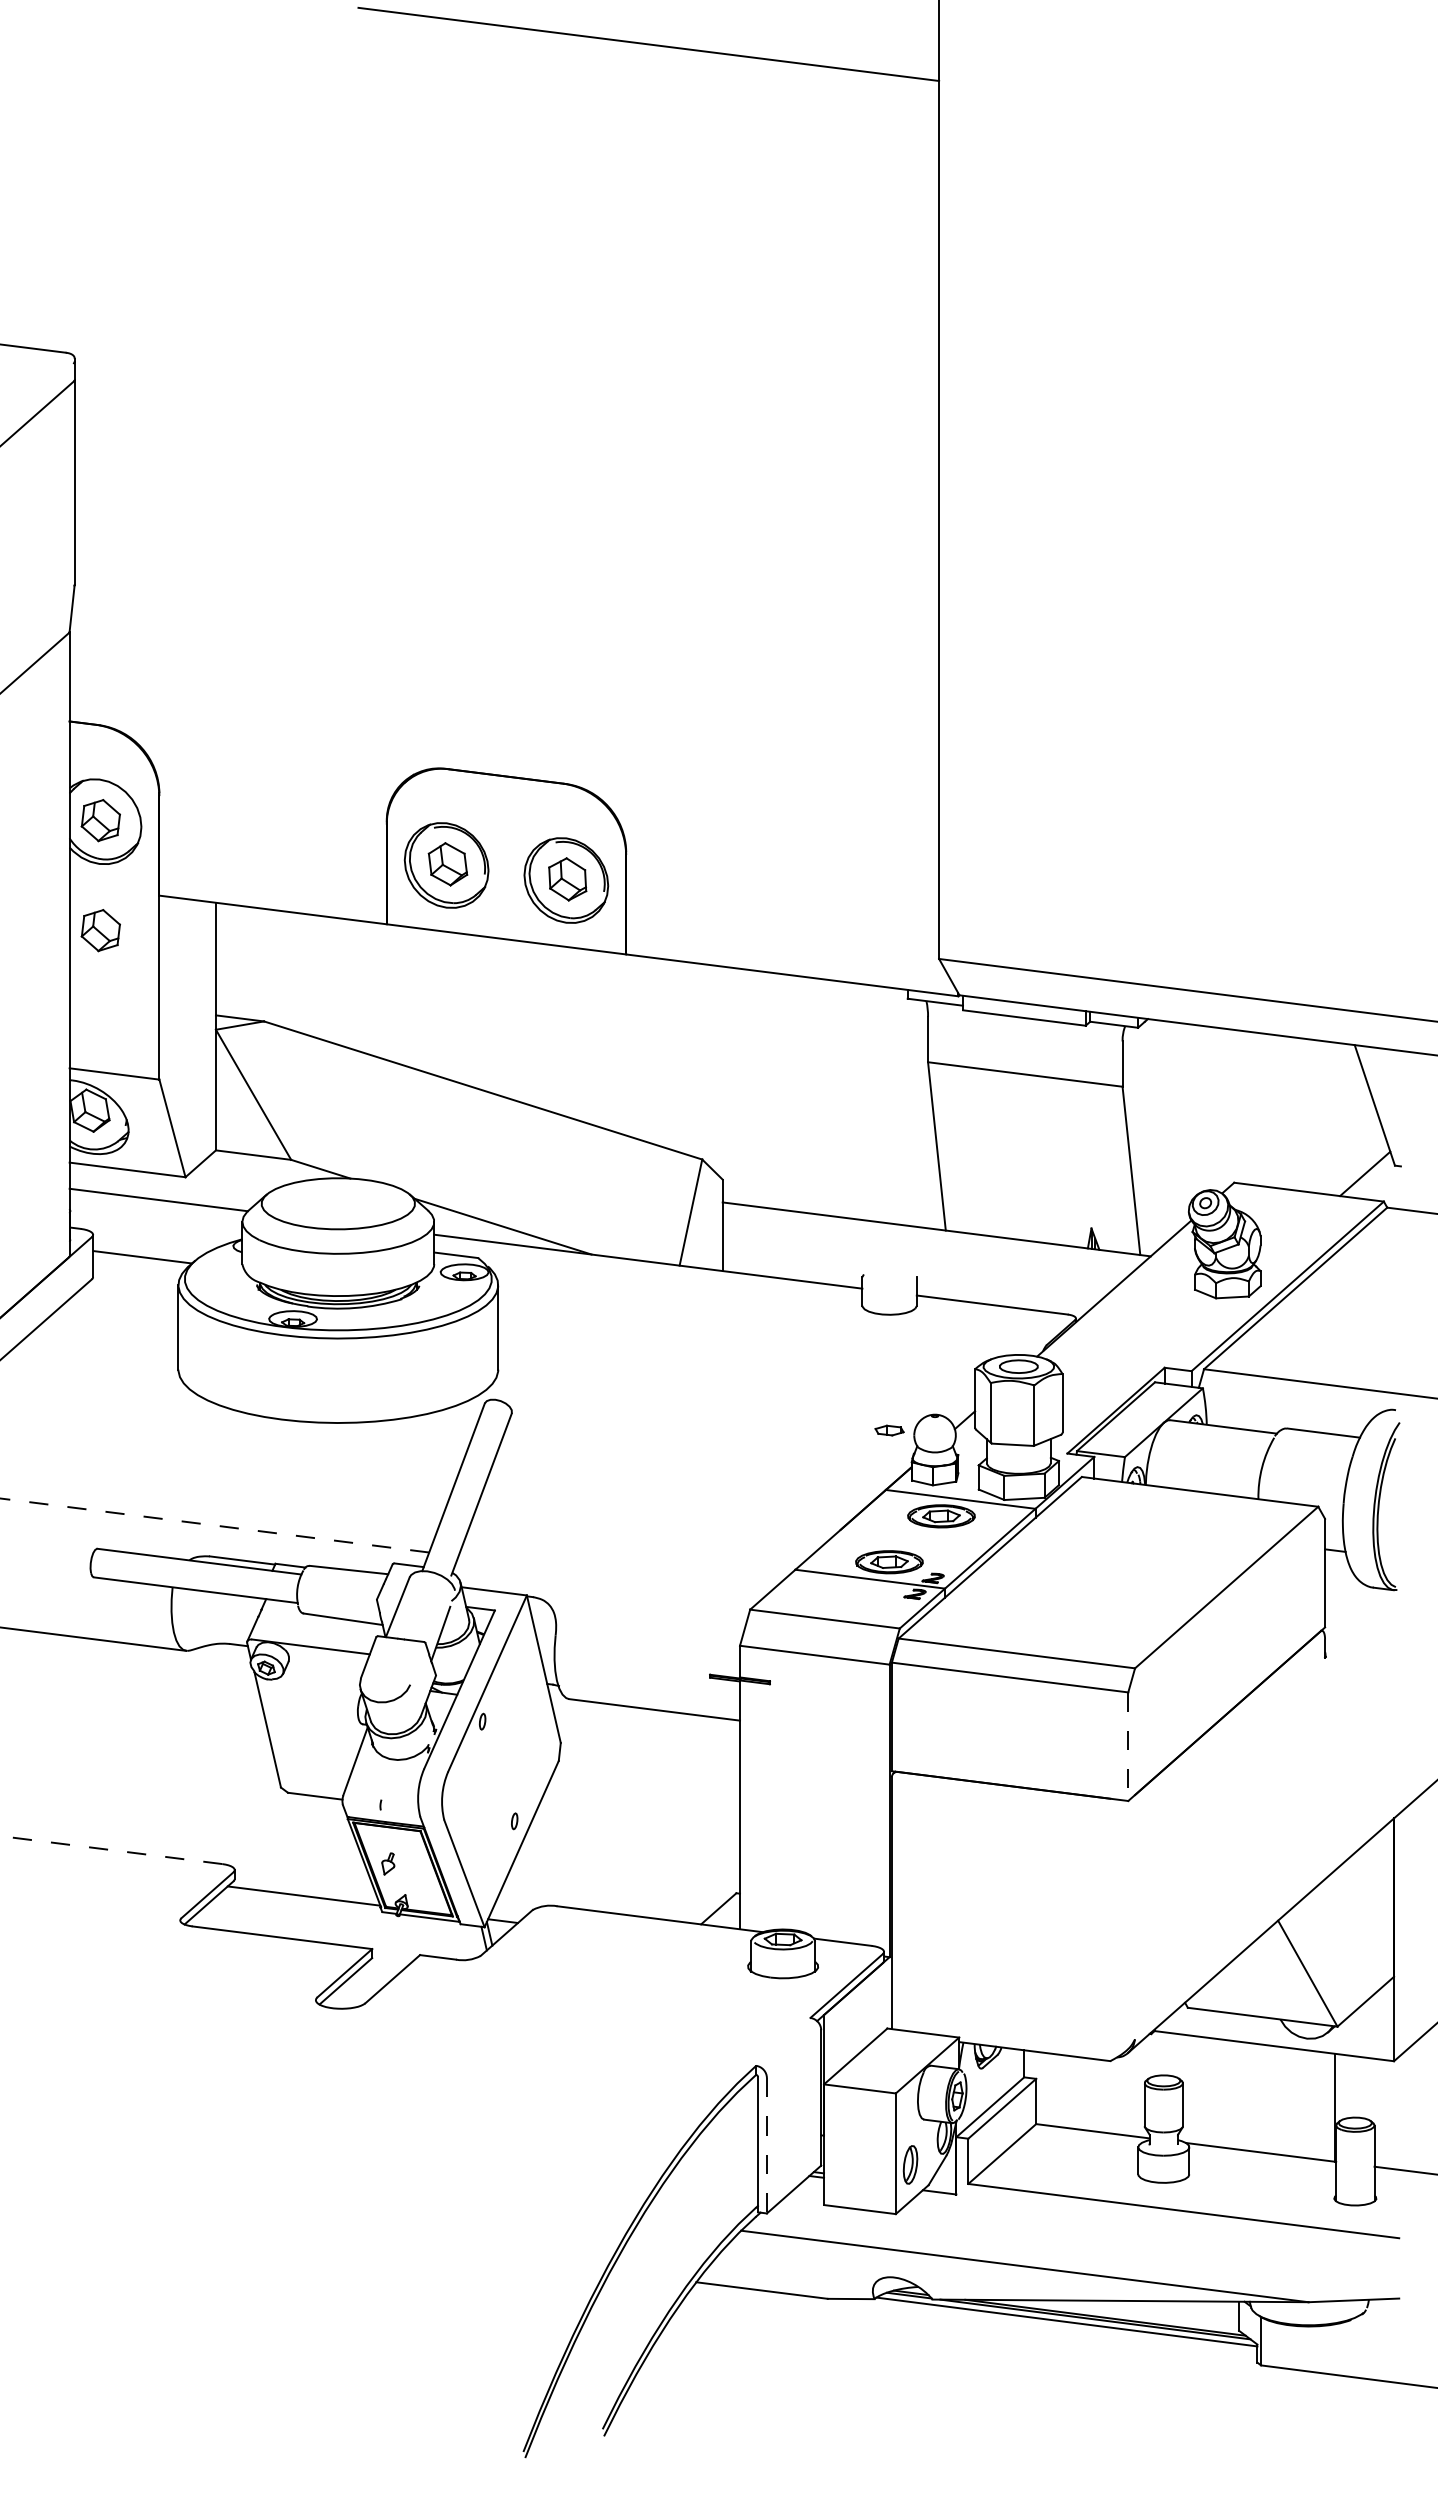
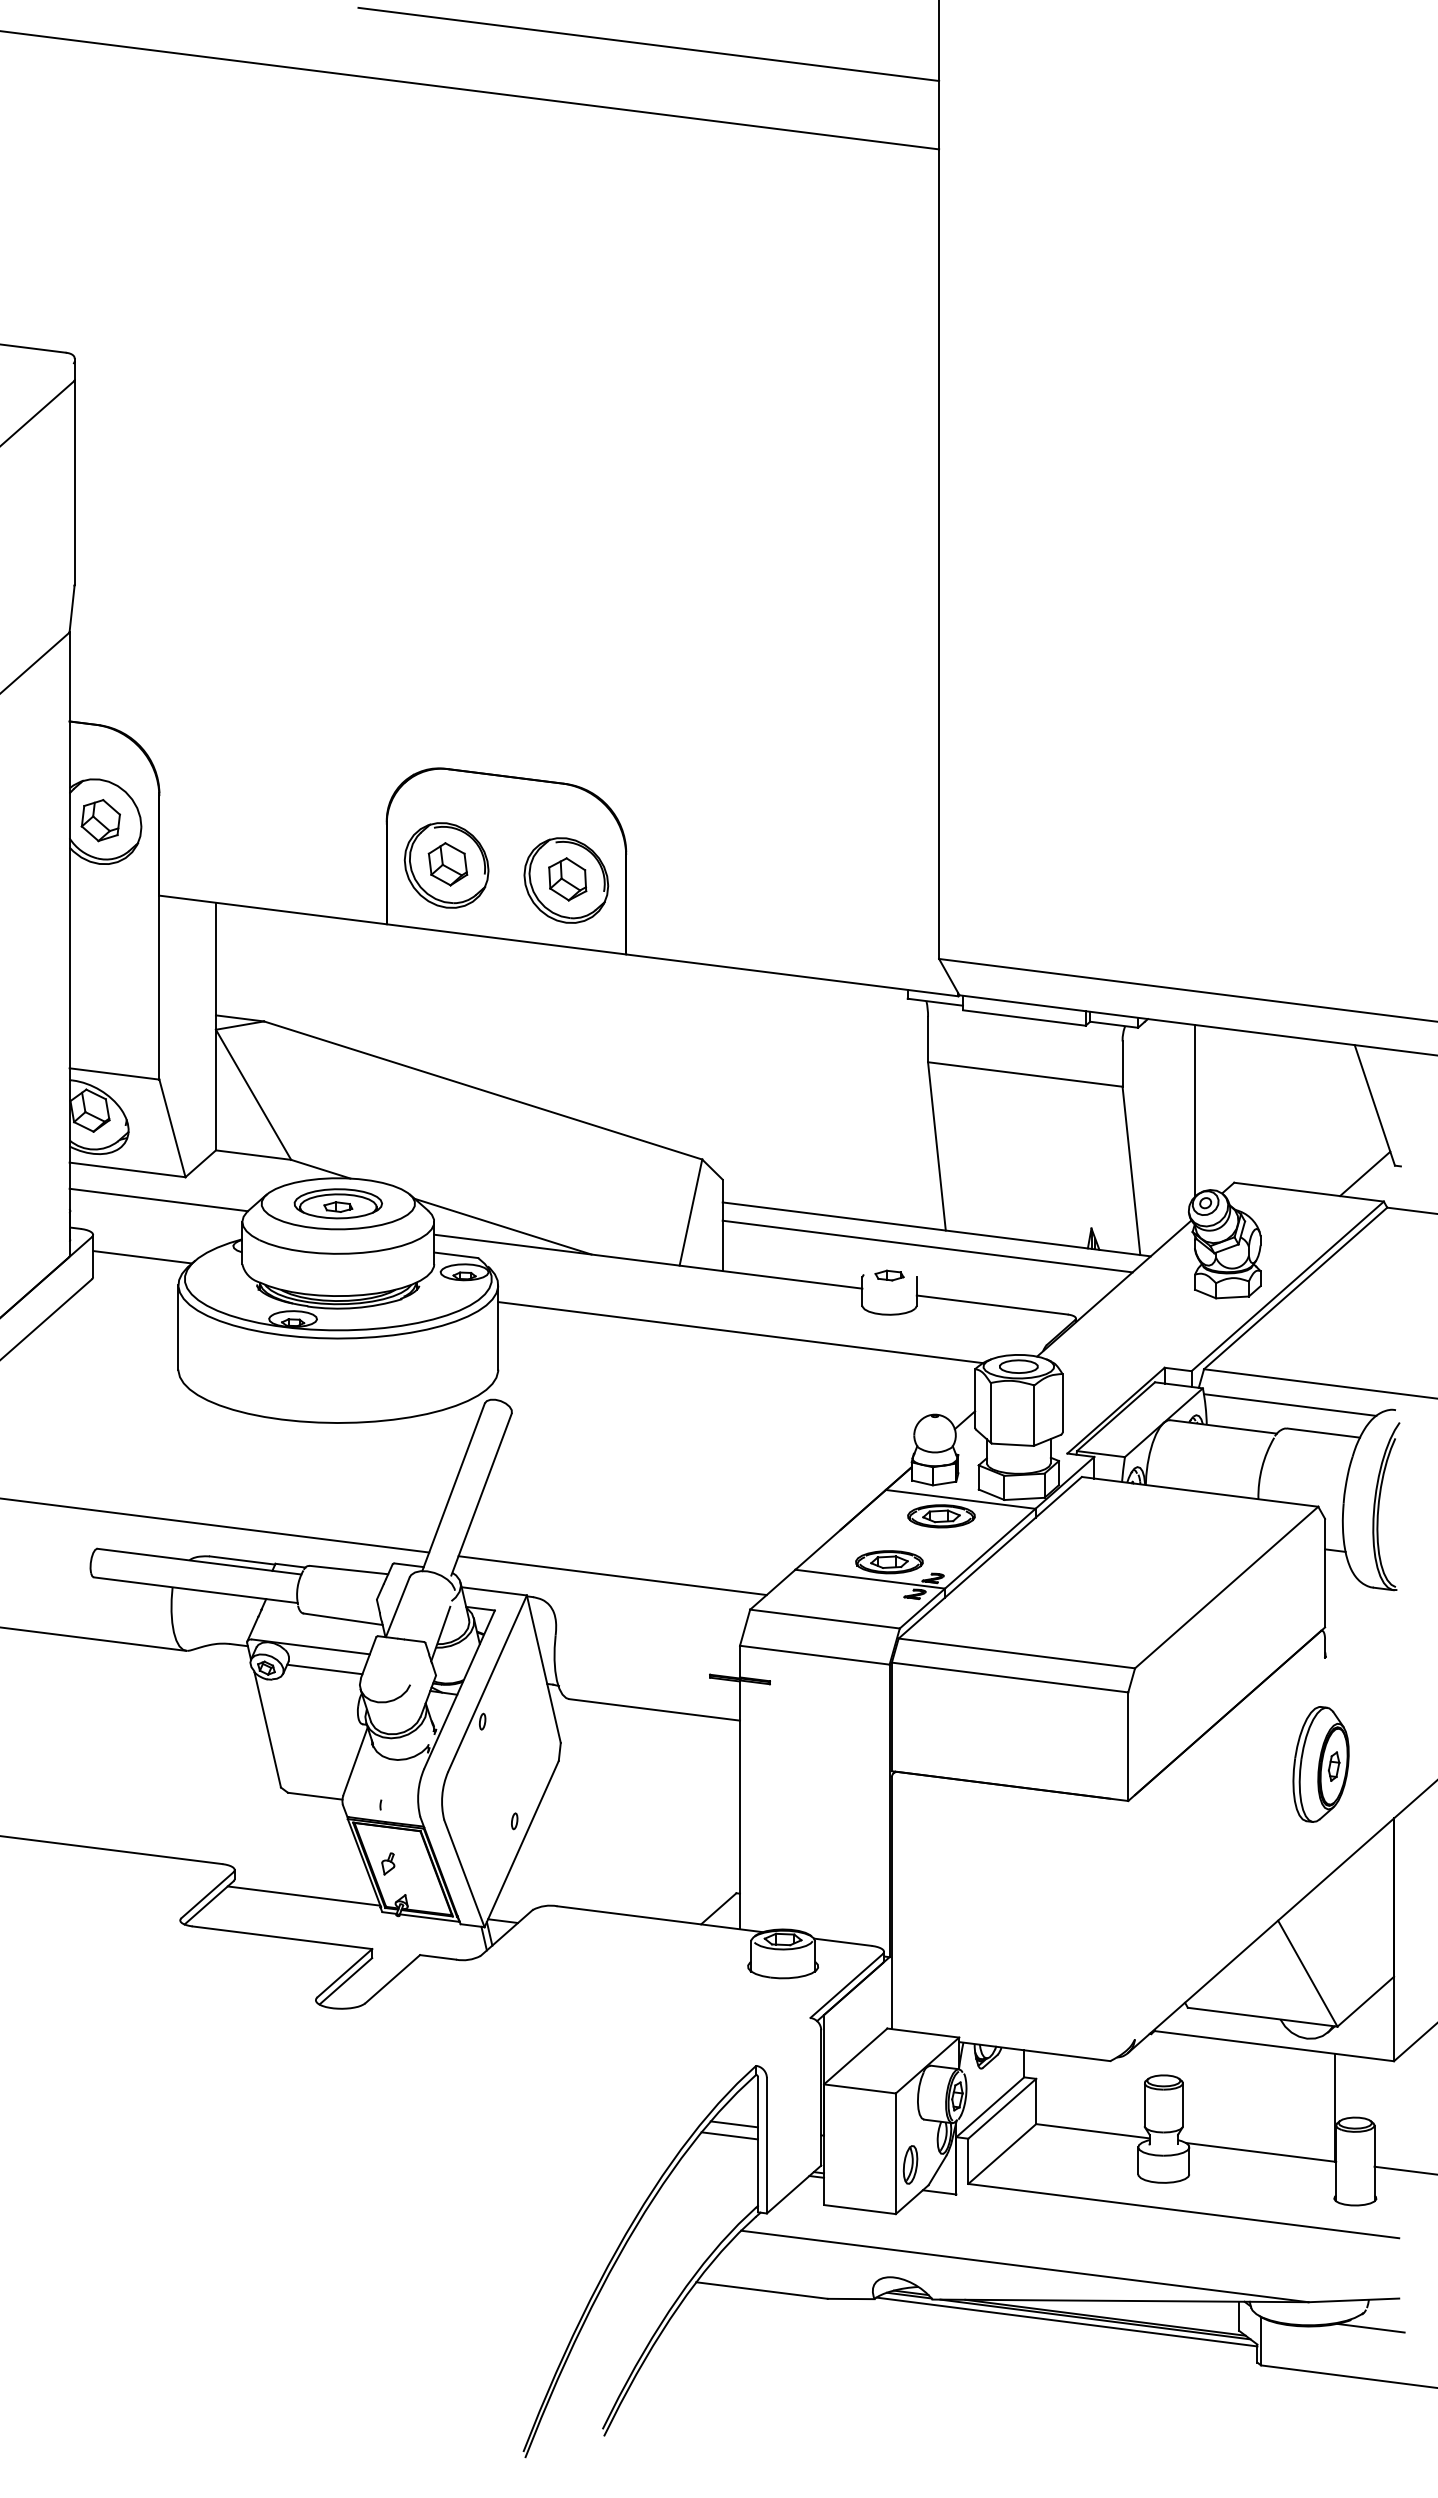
line at (470, 90): none -> present
part at (100, 930): present -> none
line at (1194, 1110): none -> present
part at (337, 1203): none -> present
line at (927, 1246): none -> present
line at (741, 1332): none -> present
line at (1289, 1404): none -> present
part at (889, 1430) position: (889, 1430) -> (889, 1275)
line at (214, 1525): dashed -> solid
line at (612, 1575): none -> present
line at (324, 1669): none -> present
line at (1128, 1747): dashed -> solid
part at (1320, 1764): none -> present
line at (111, 1850): dashed -> solid
line at (733, 2124): none -> present
line at (729, 2135): none -> present
line at (766, 2145): dashed -> solid
line at (1370, 2327): none -> present
